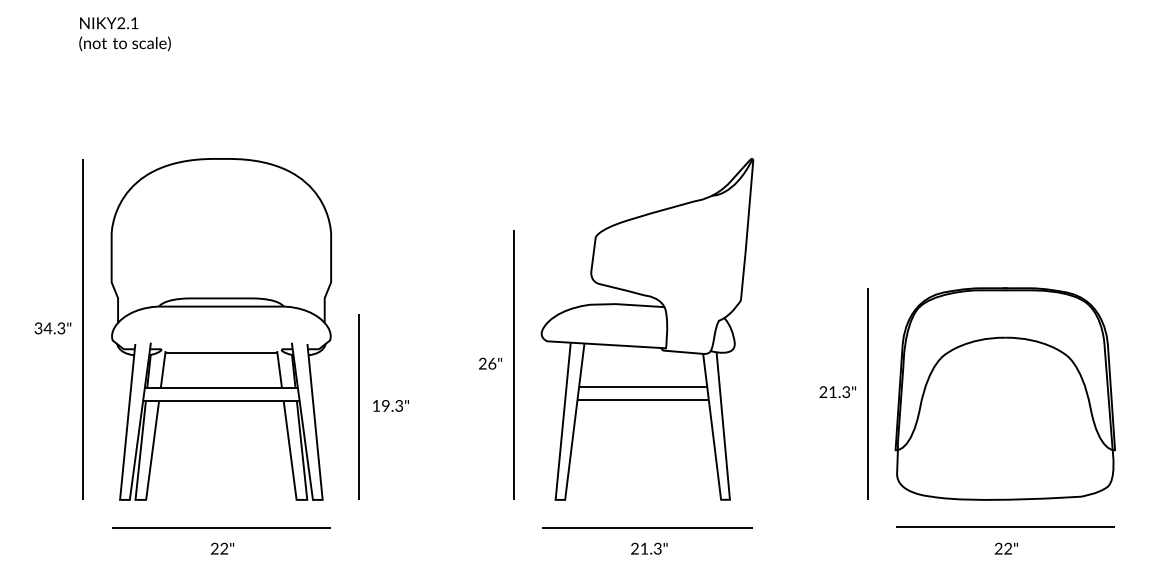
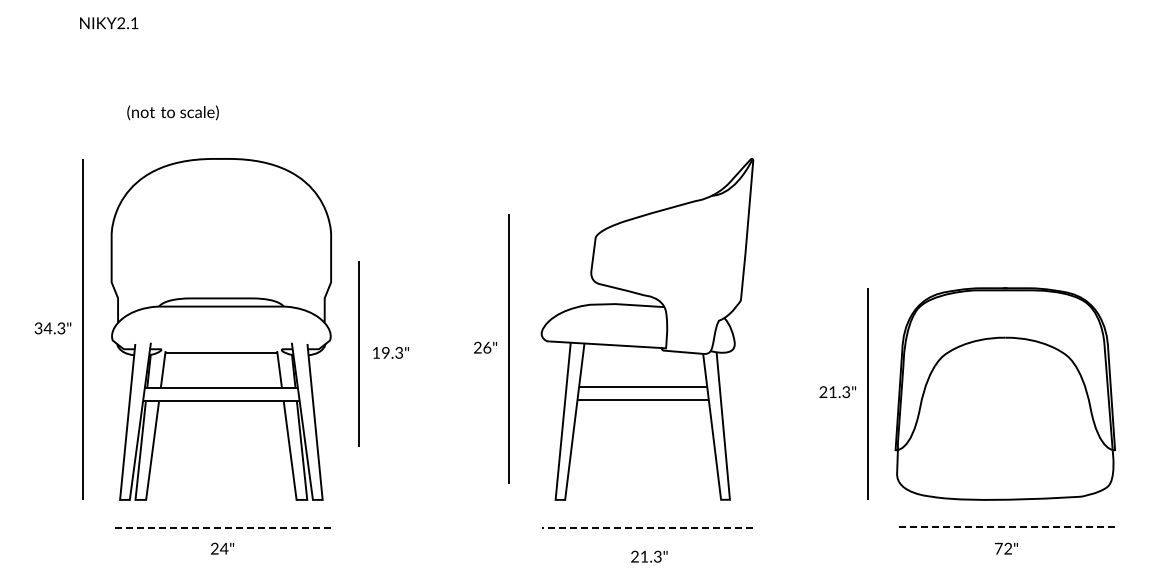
text at (124, 43) position: (124, 43) -> (172, 112)
part at (496, 364) position: (496, 364) -> (491, 348)
part at (383, 406) position: (383, 406) -> (383, 353)
line at (1005, 526): solid -> dashed
line at (221, 527): solid -> dashed
line at (647, 527): solid -> dashed
text at (223, 548): 22" -> 24"
text at (649, 548) position: (649, 548) -> (649, 556)
text at (998, 548): 22" -> 72"
